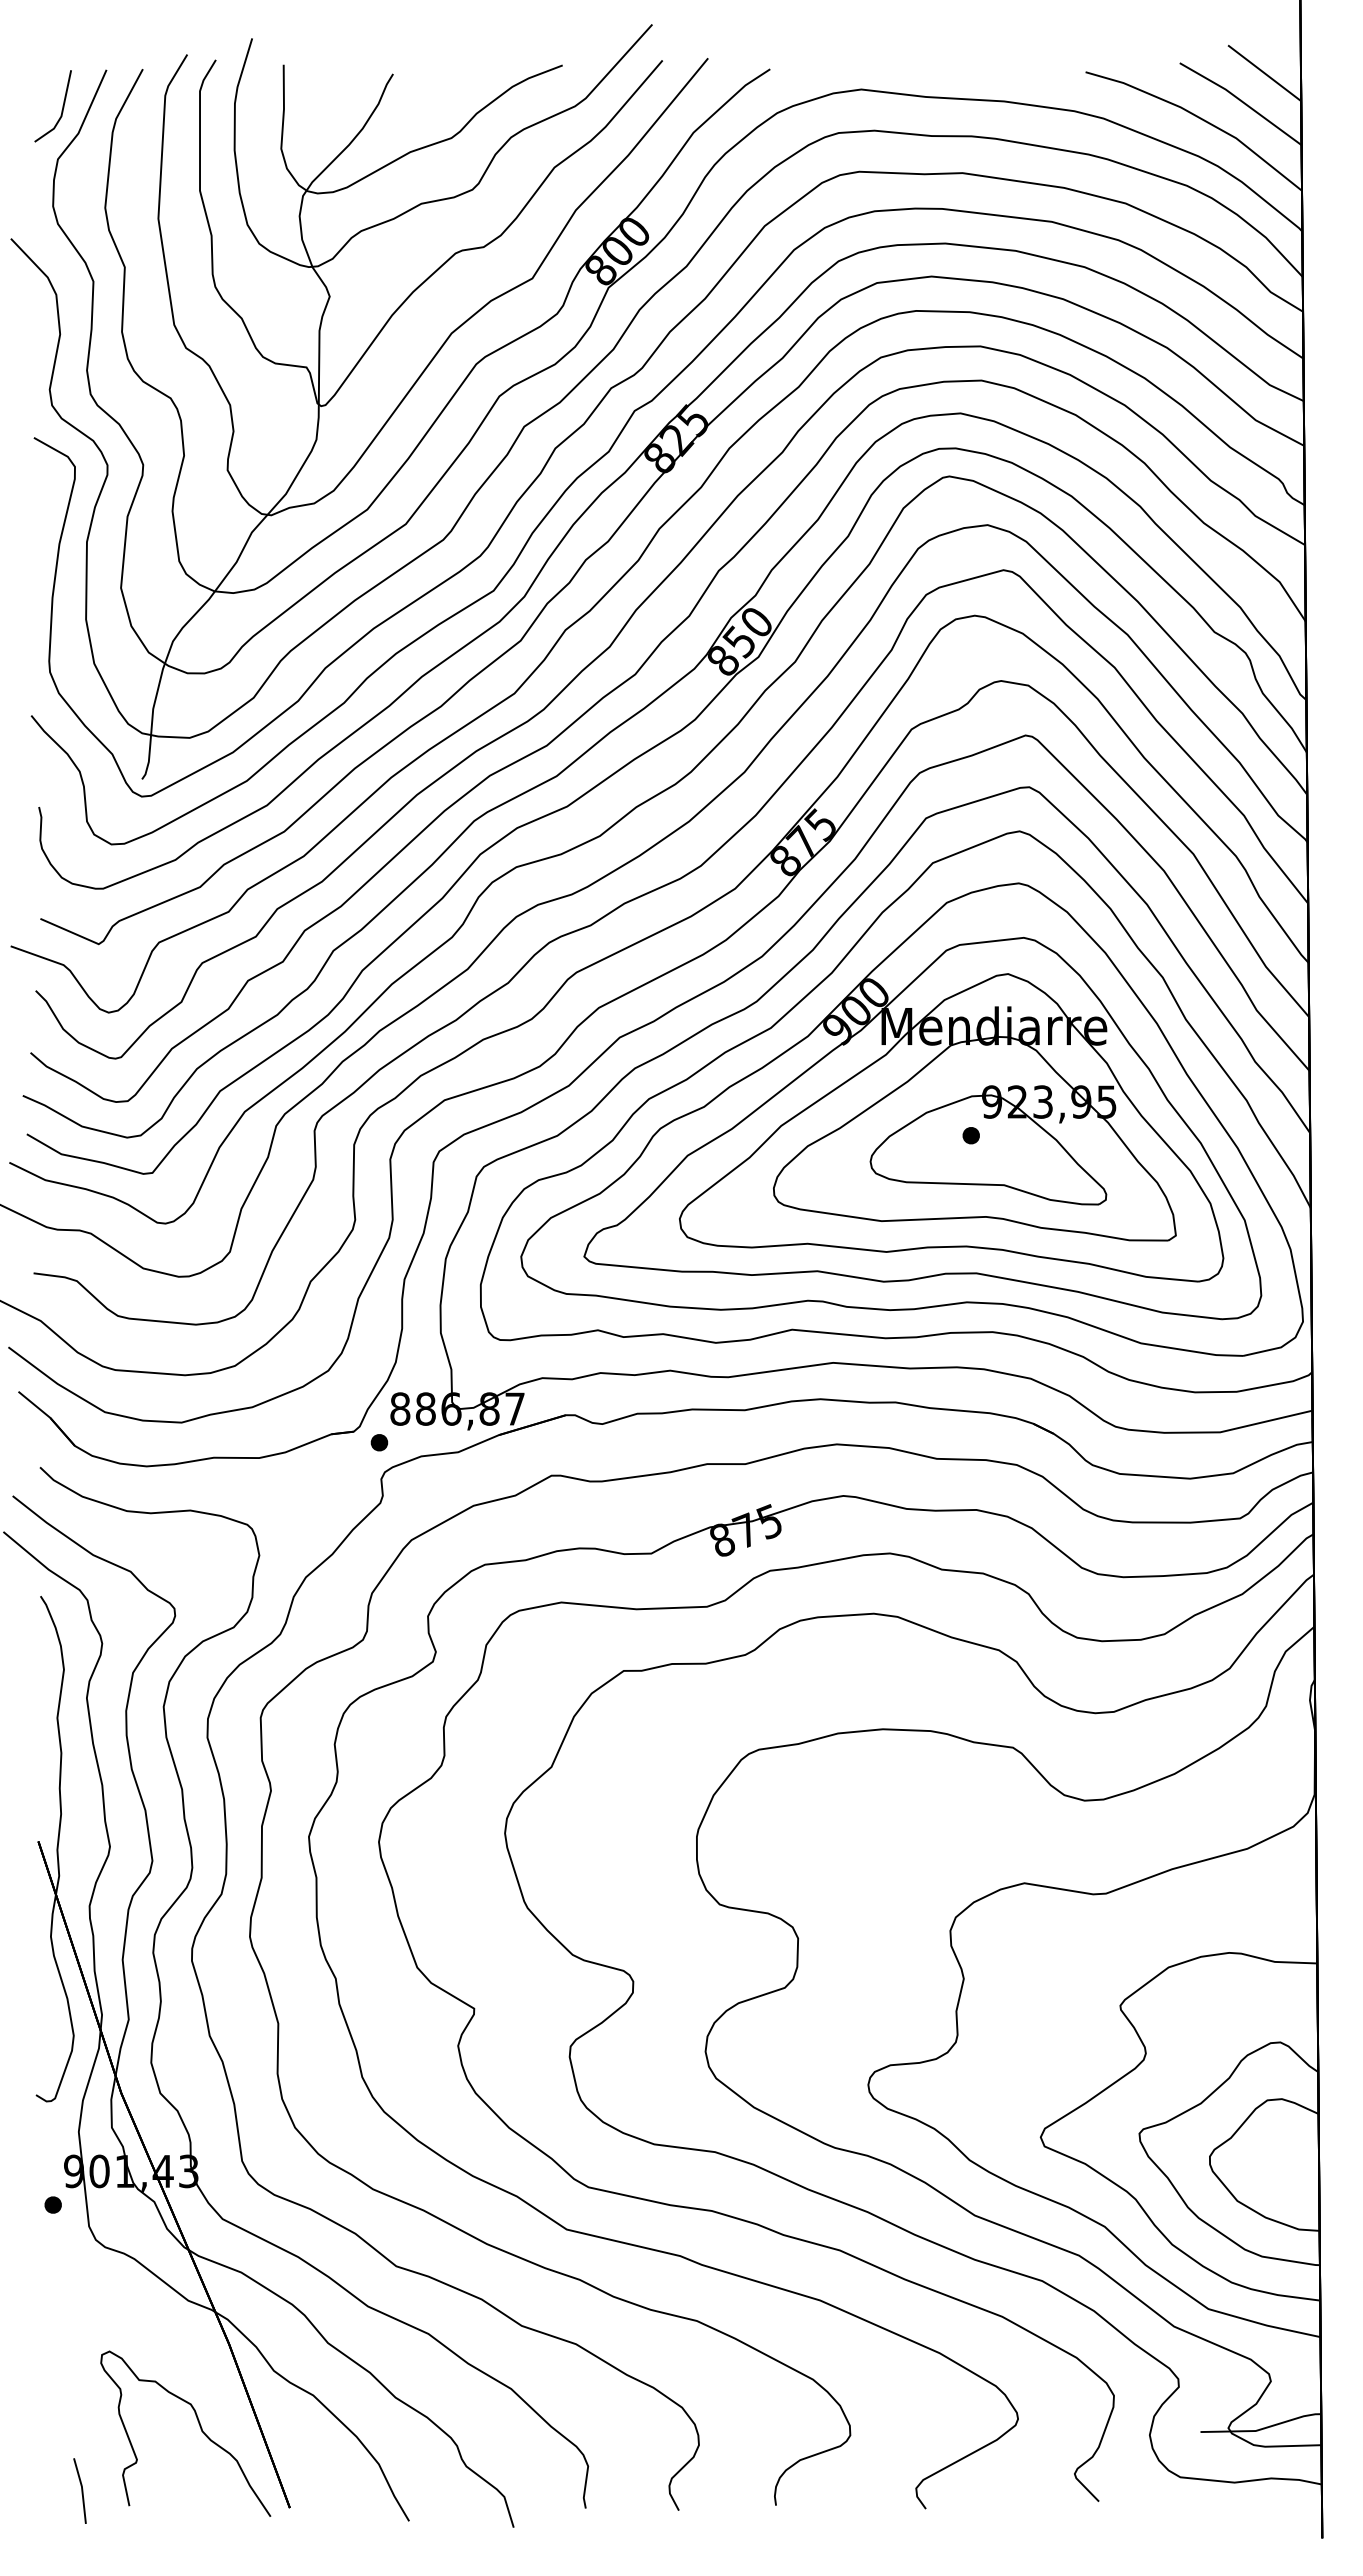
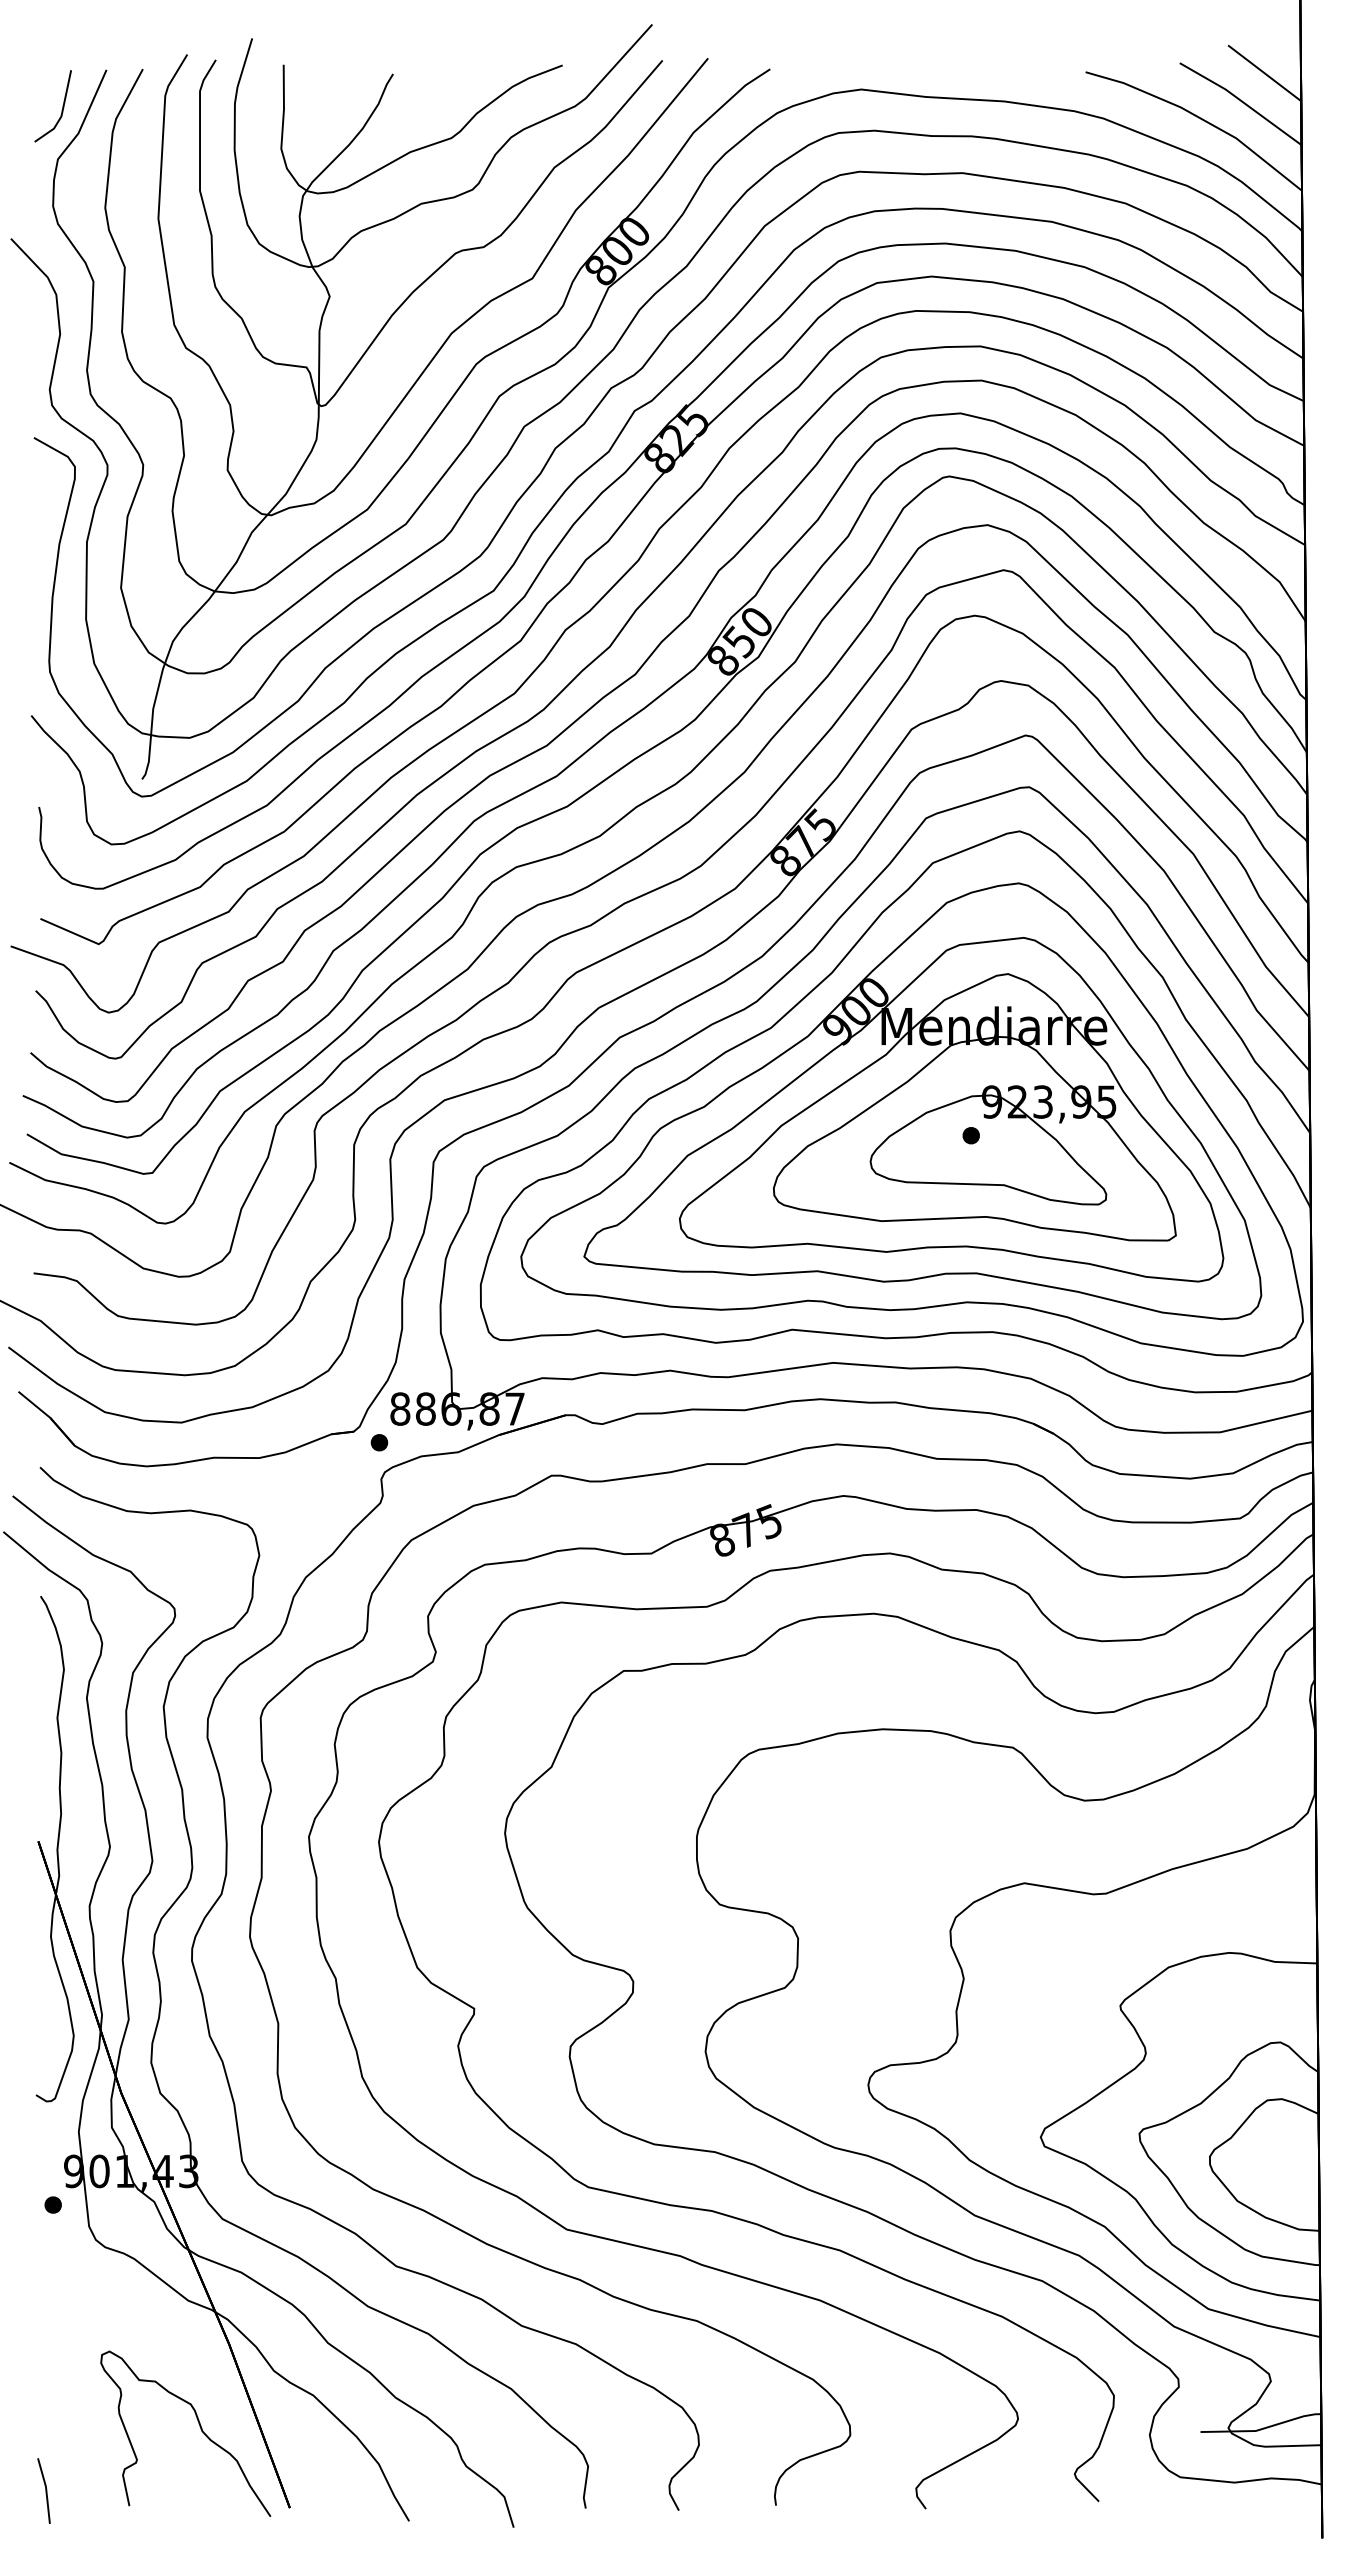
line at (81, 2490) position: (81, 2490) -> (45, 2490)
